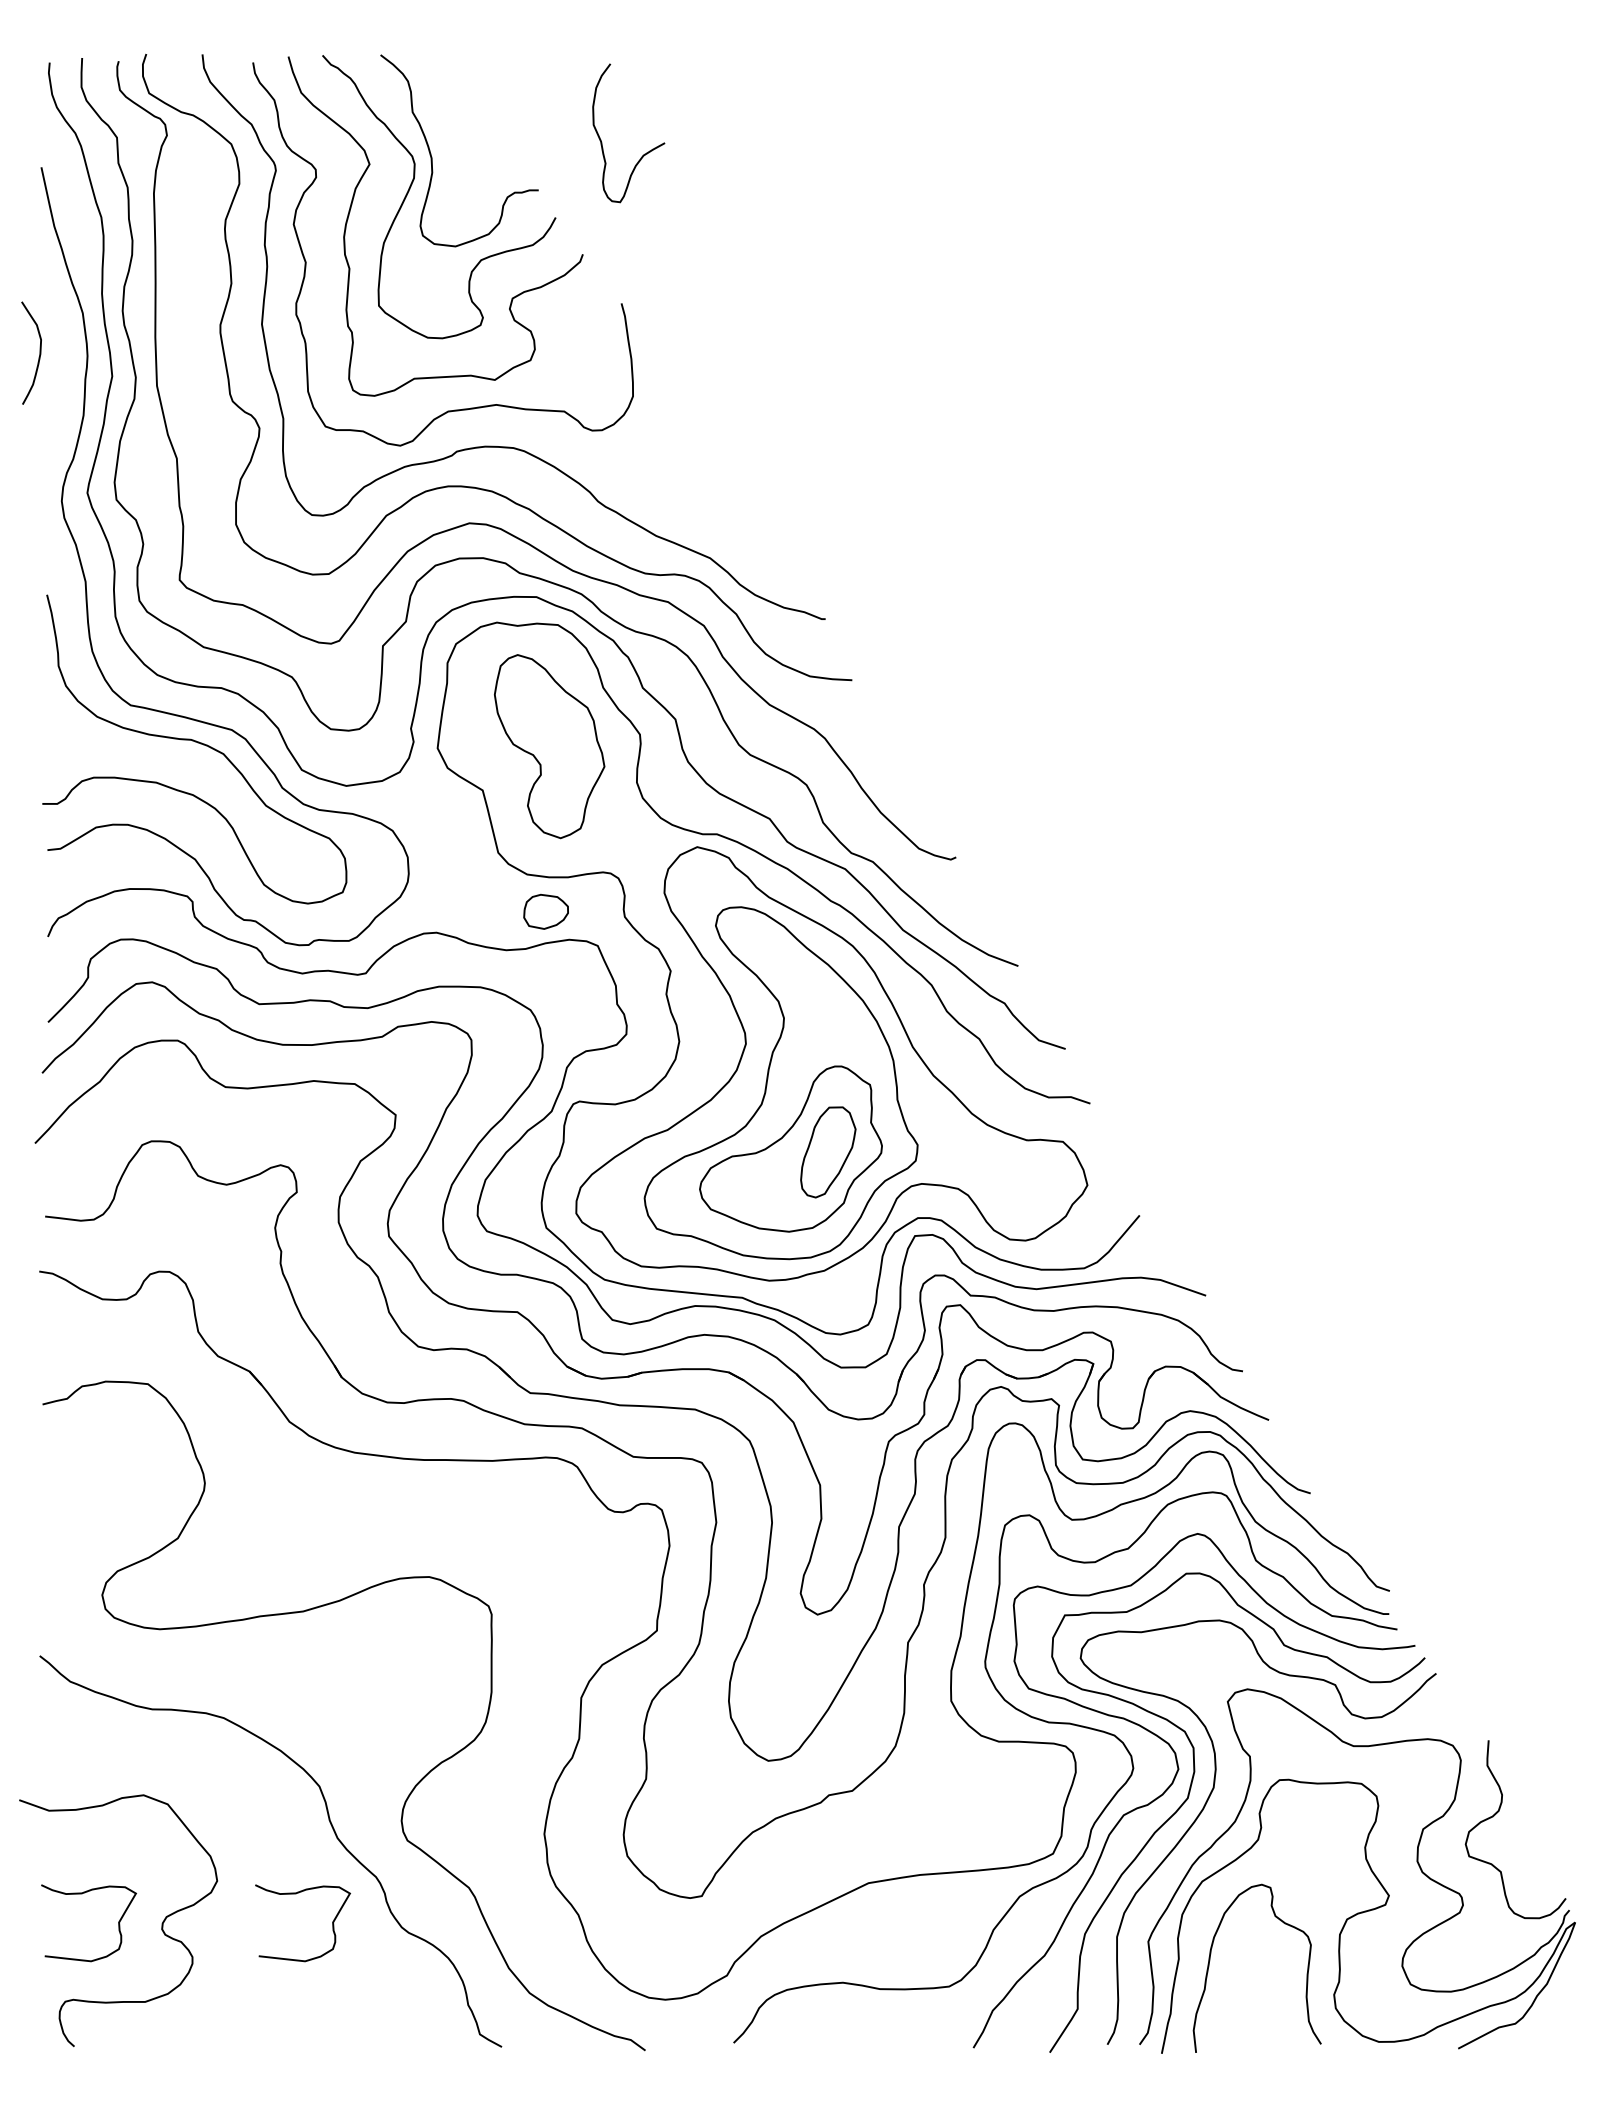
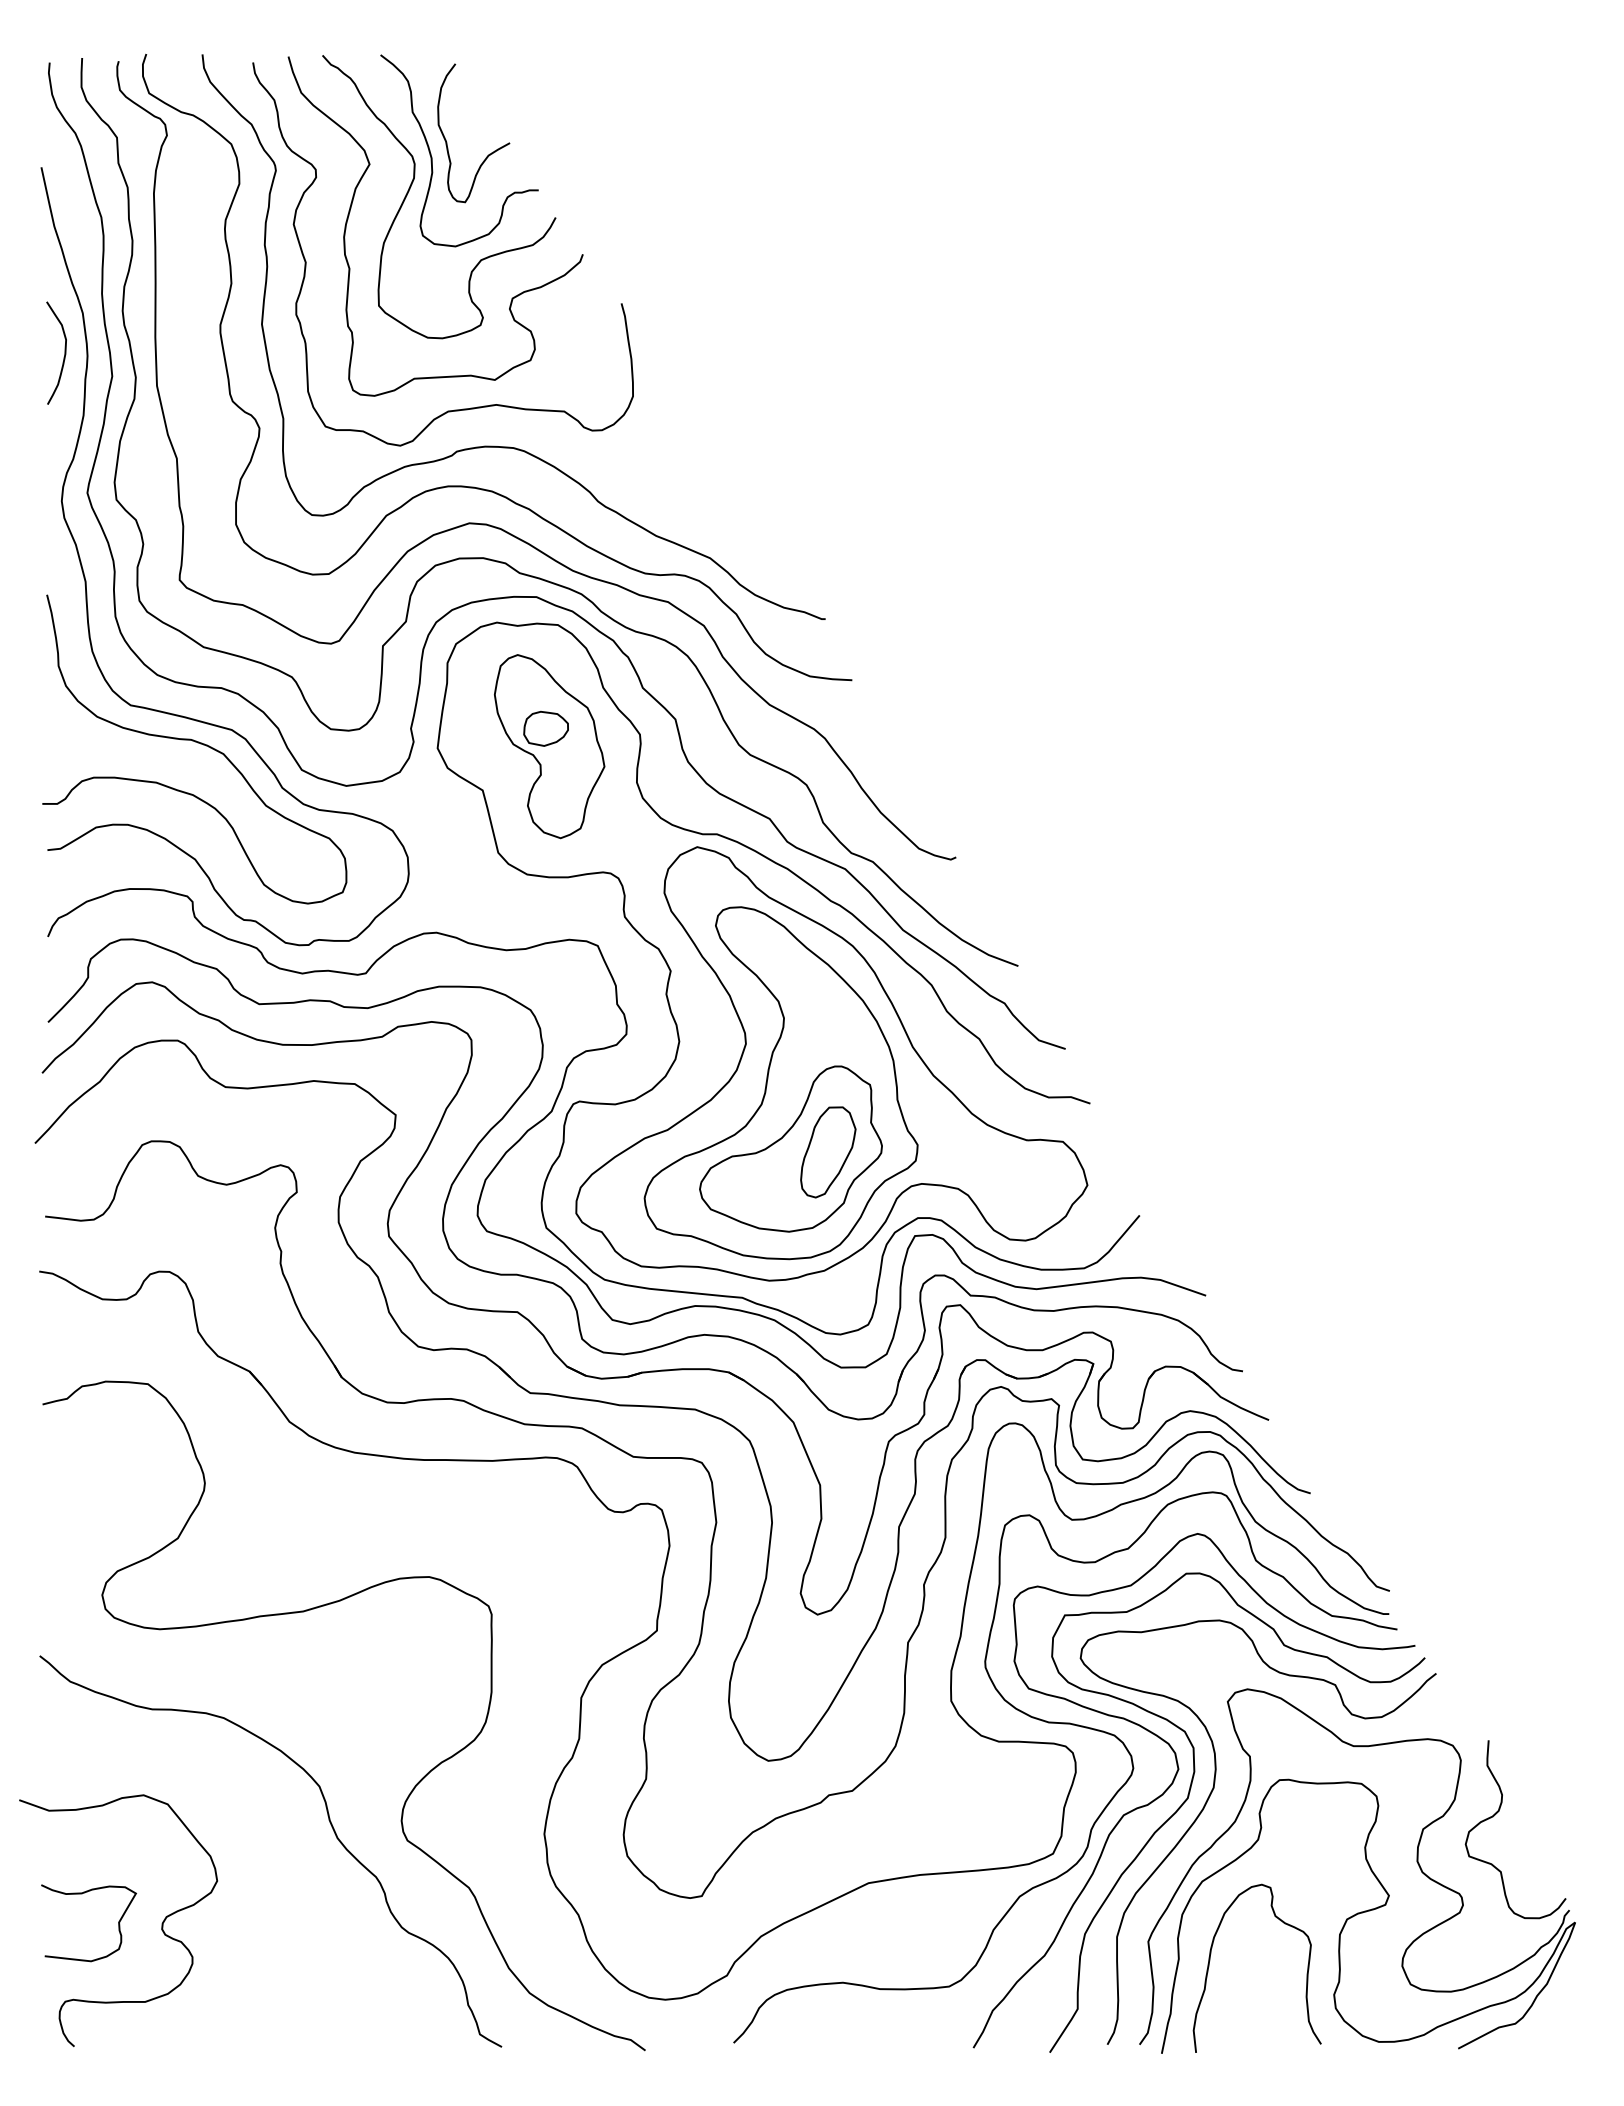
curve at (644, 153) position: (644, 153) -> (489, 153)
curve at (39, 352) position: (39, 352) -> (64, 352)
part at (545, 911) position: (545, 911) -> (545, 728)
curve at (296, 1894): present -> none
